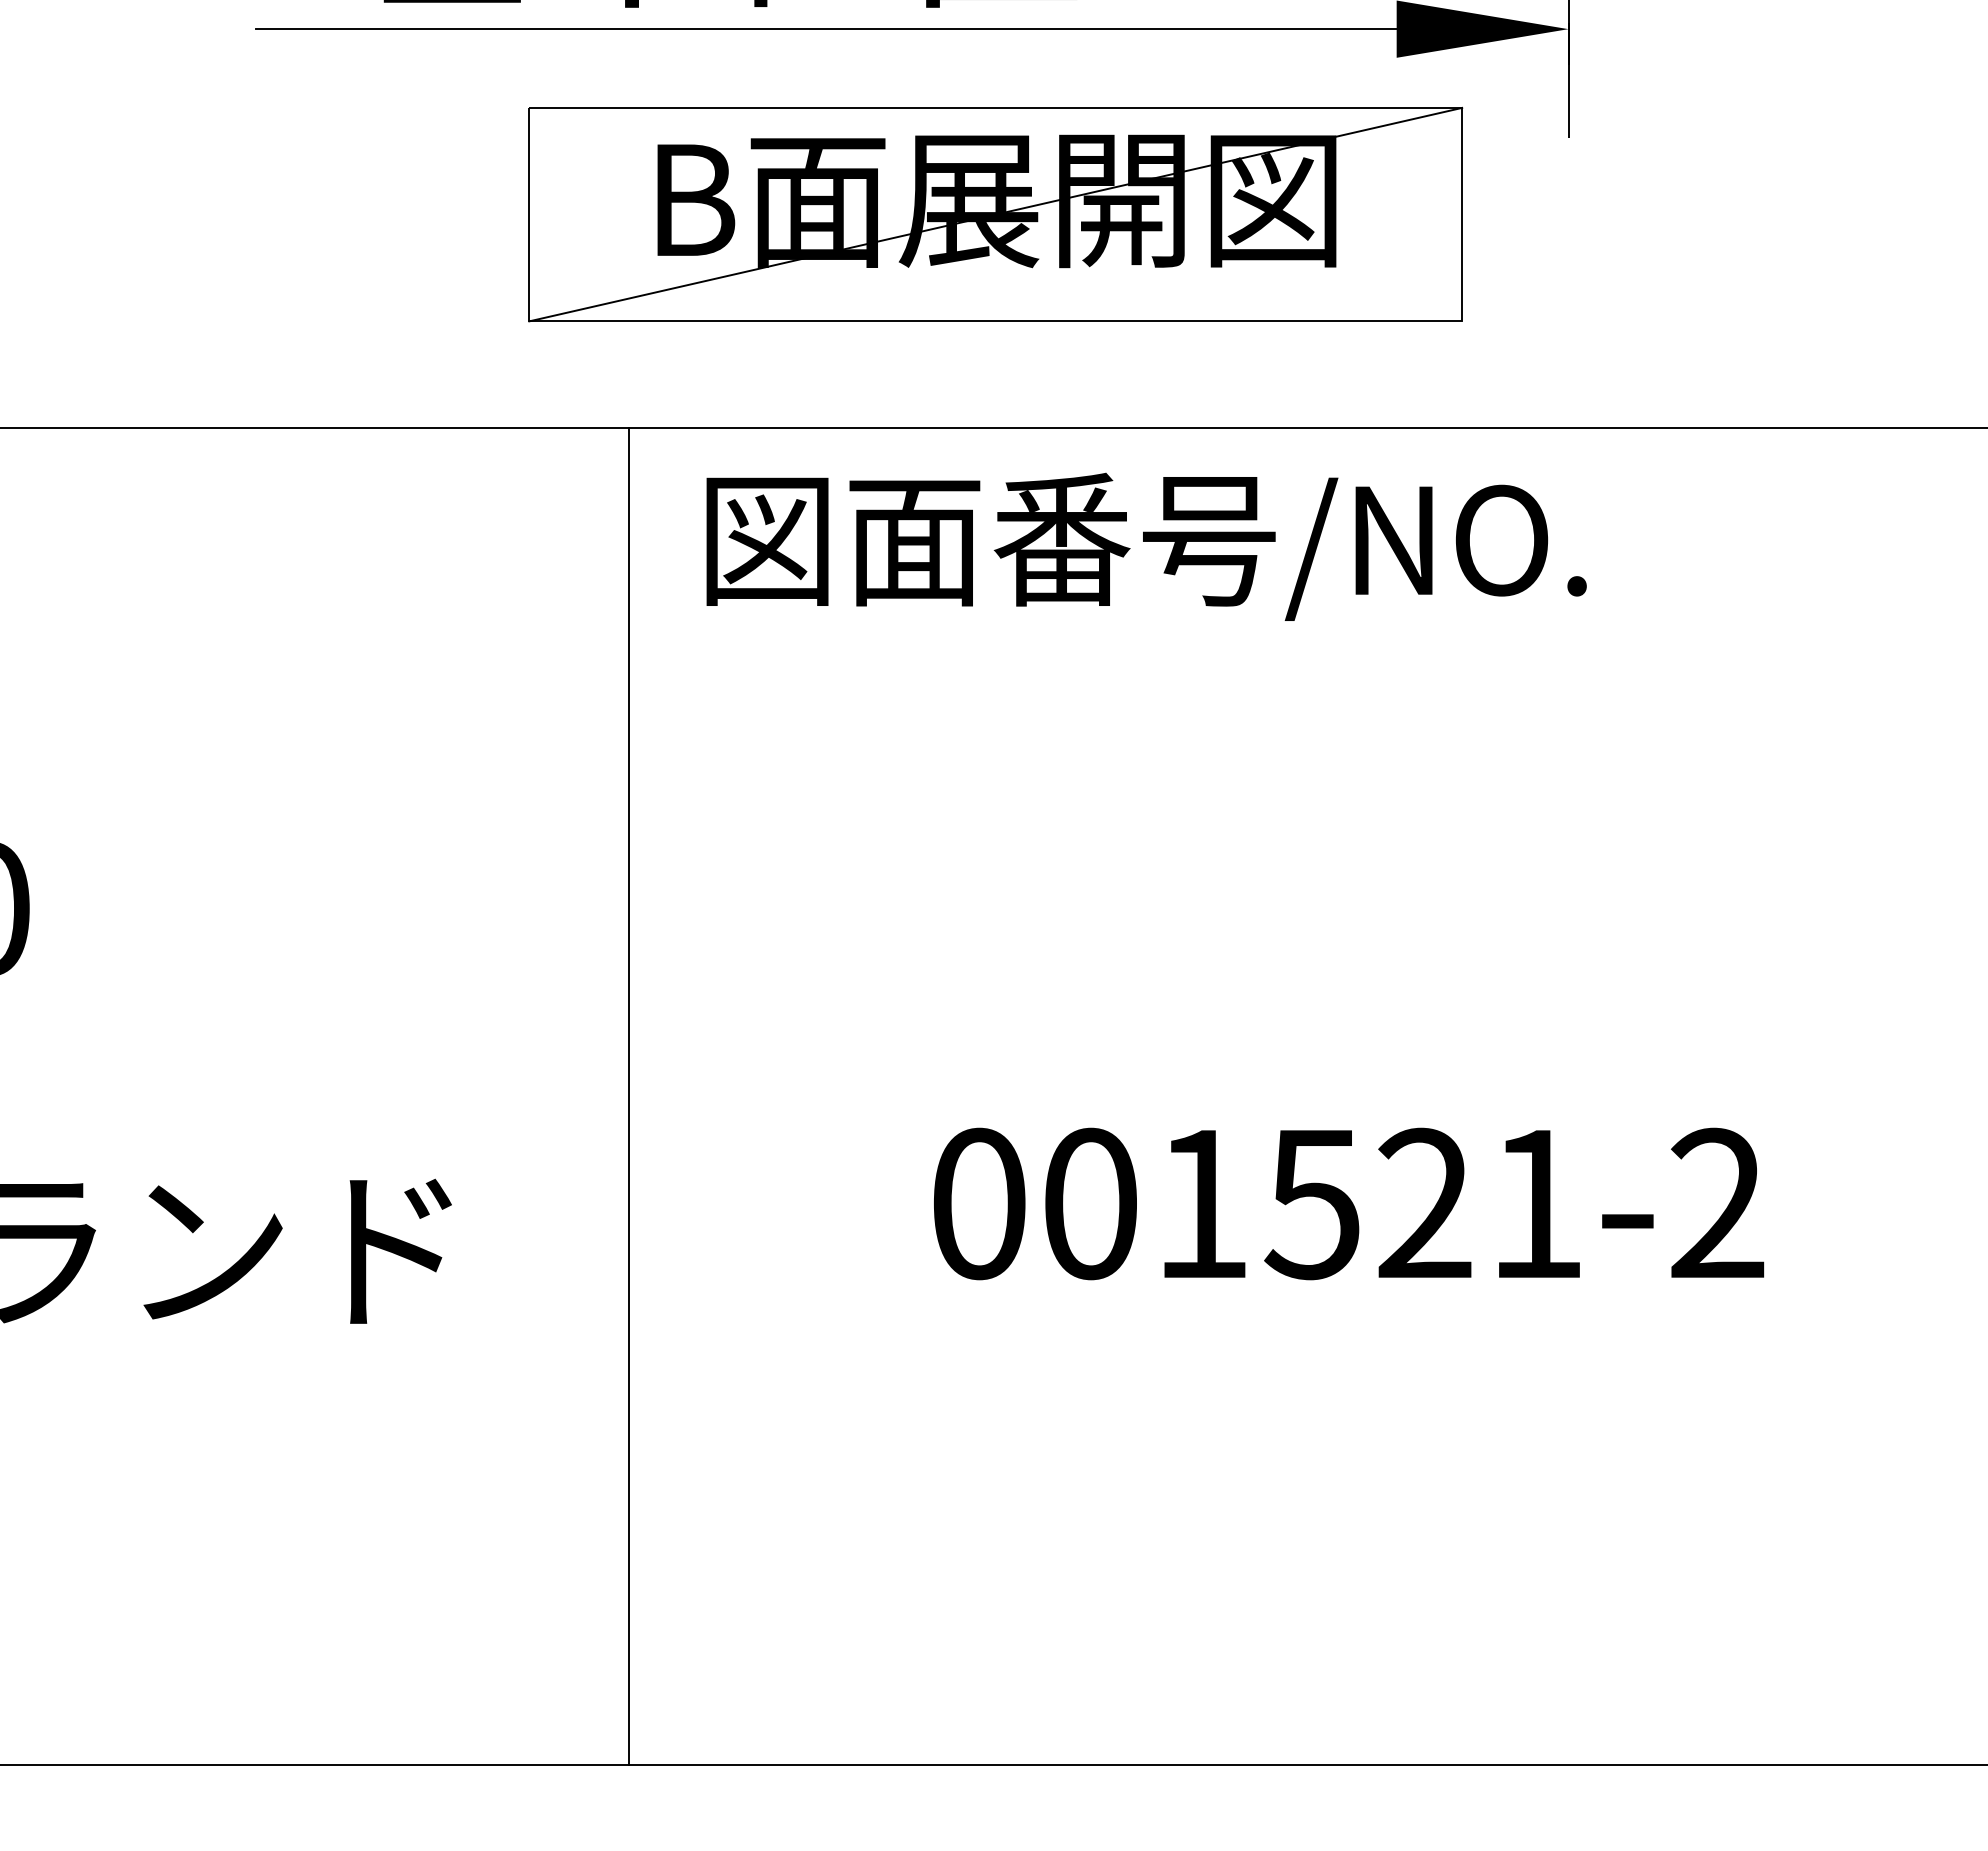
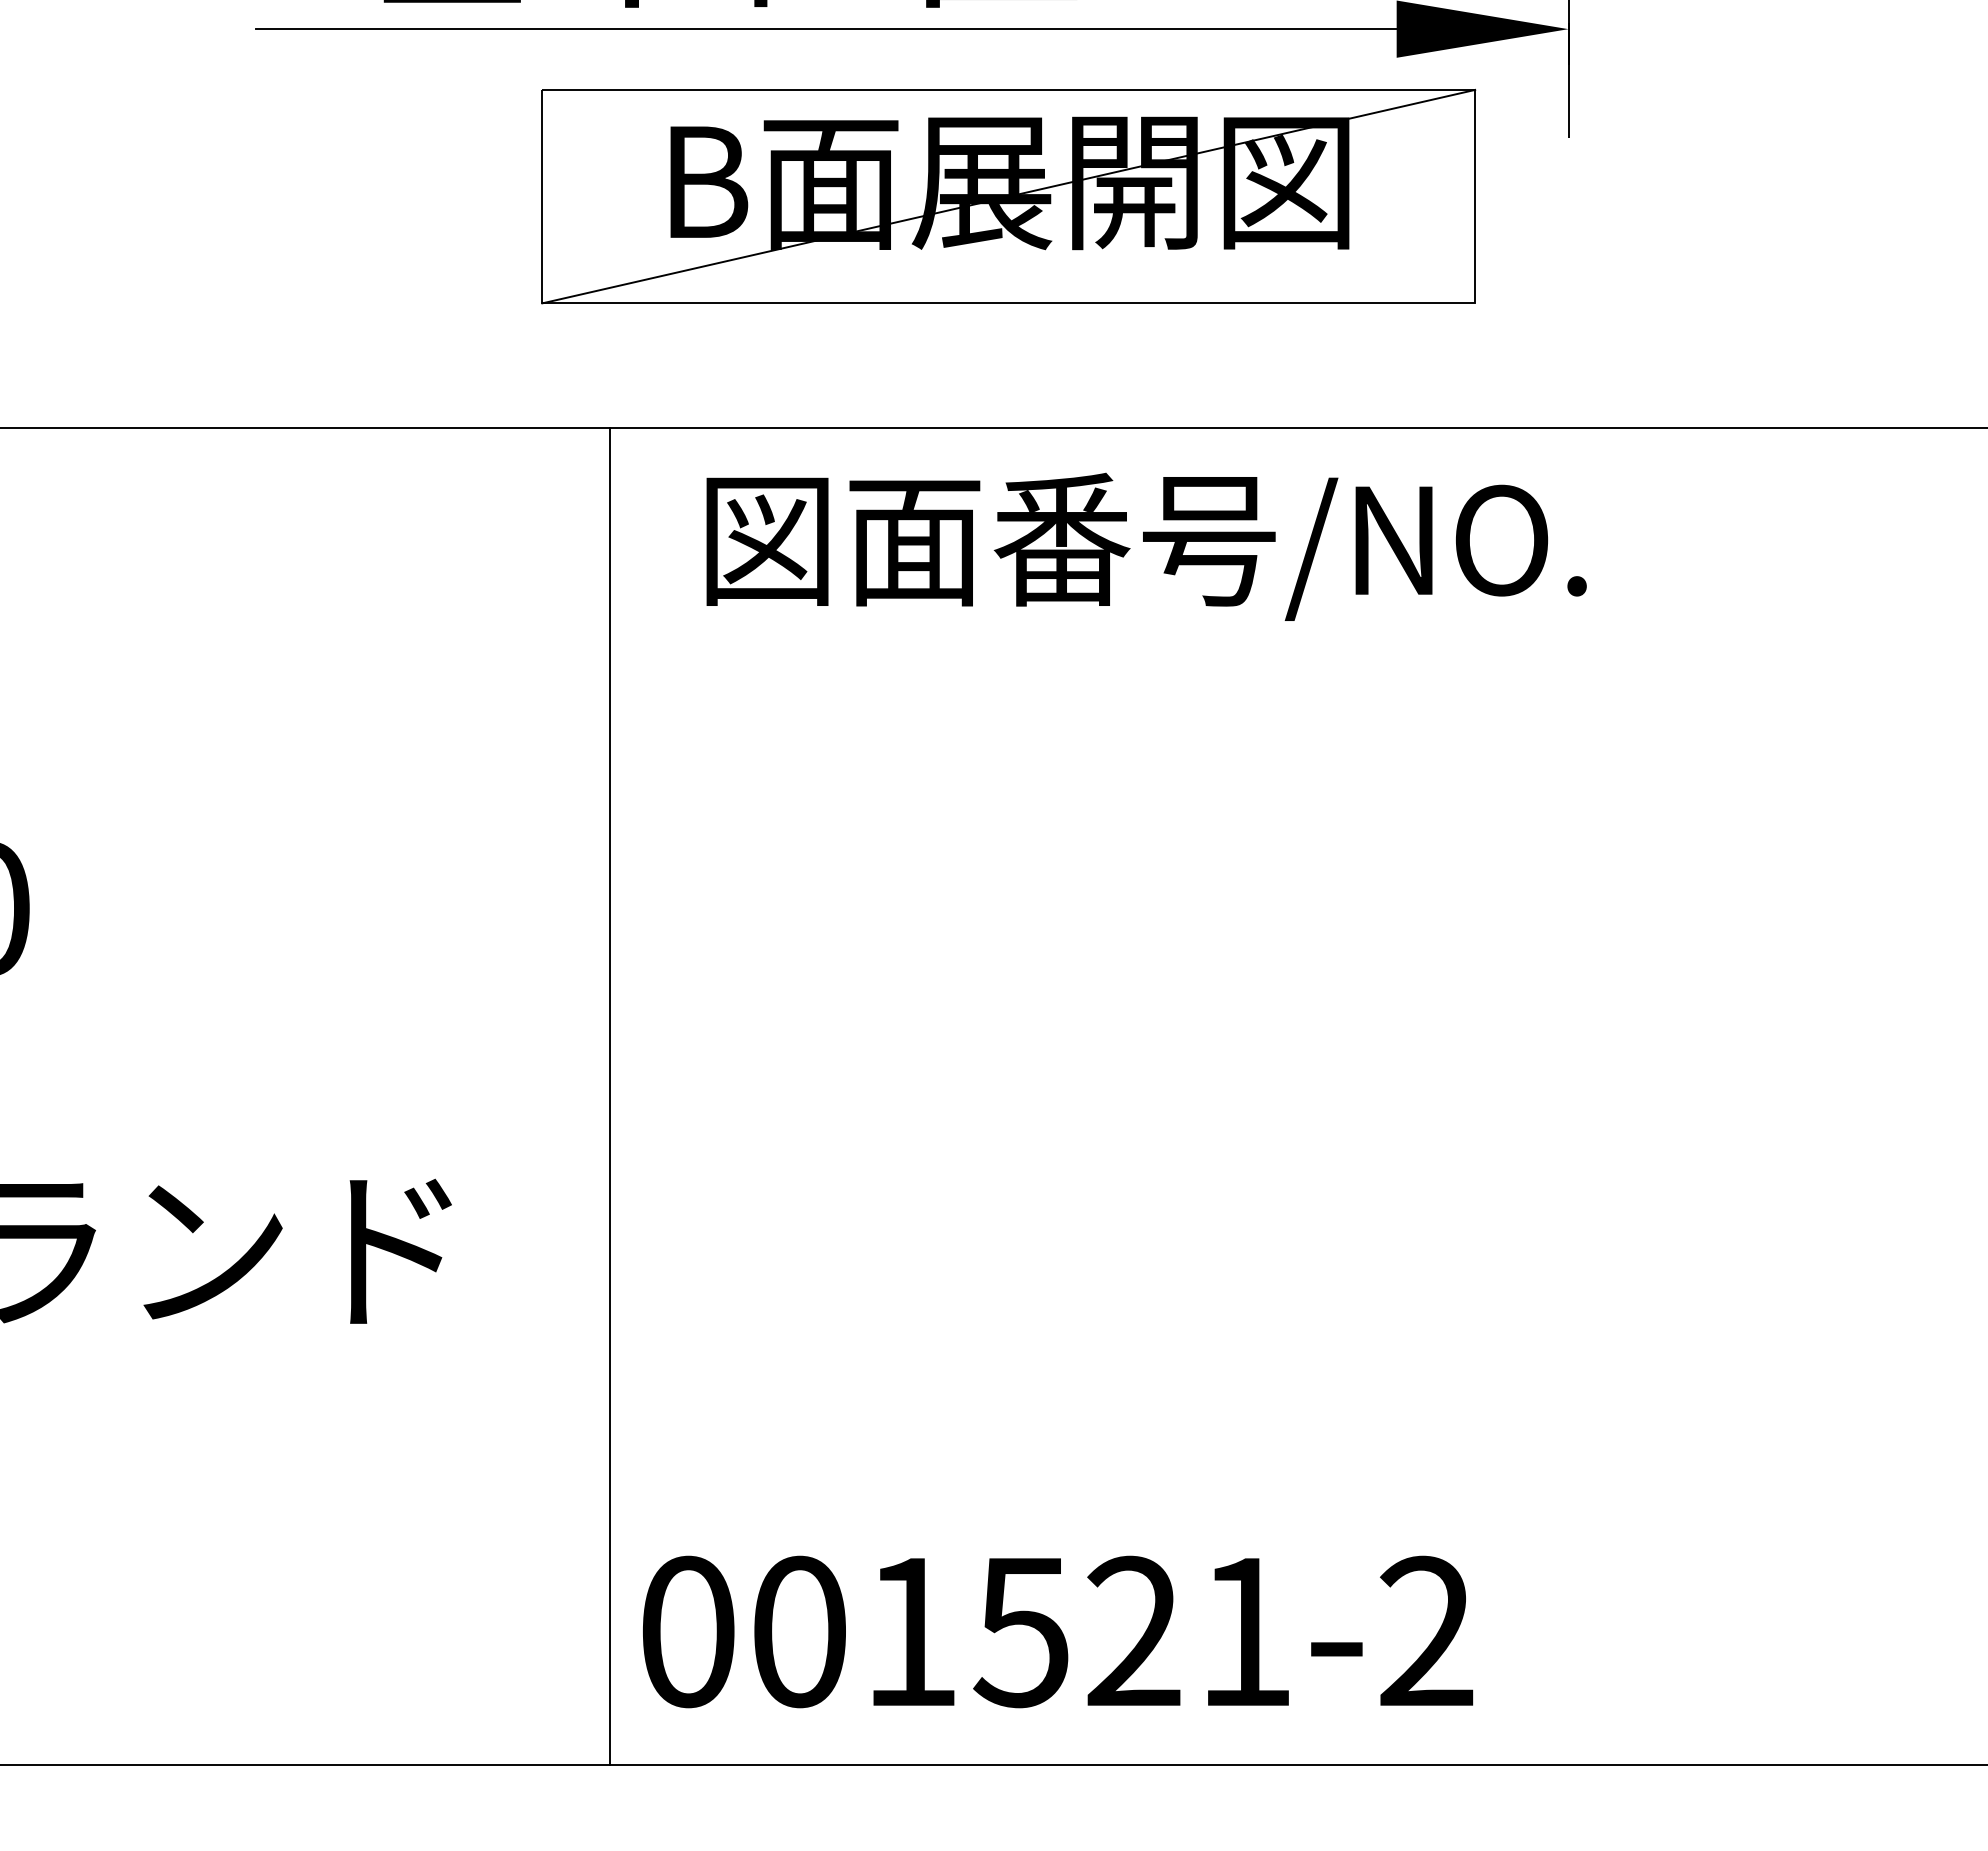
part at (995, 214) position: (995, 214) -> (1008, 196)
line at (628, 1096) position: (628, 1096) -> (609, 1096)
text at (1349, 1203) position: (1349, 1203) -> (1058, 1631)
